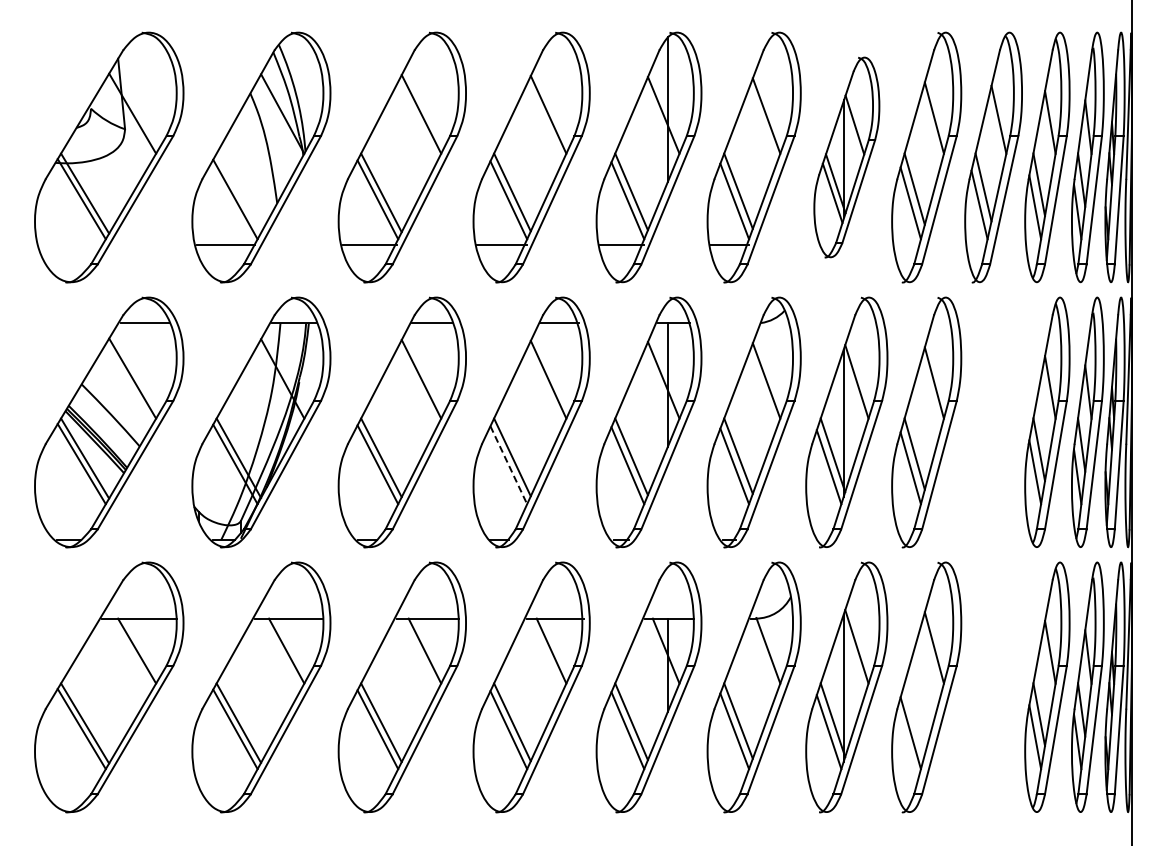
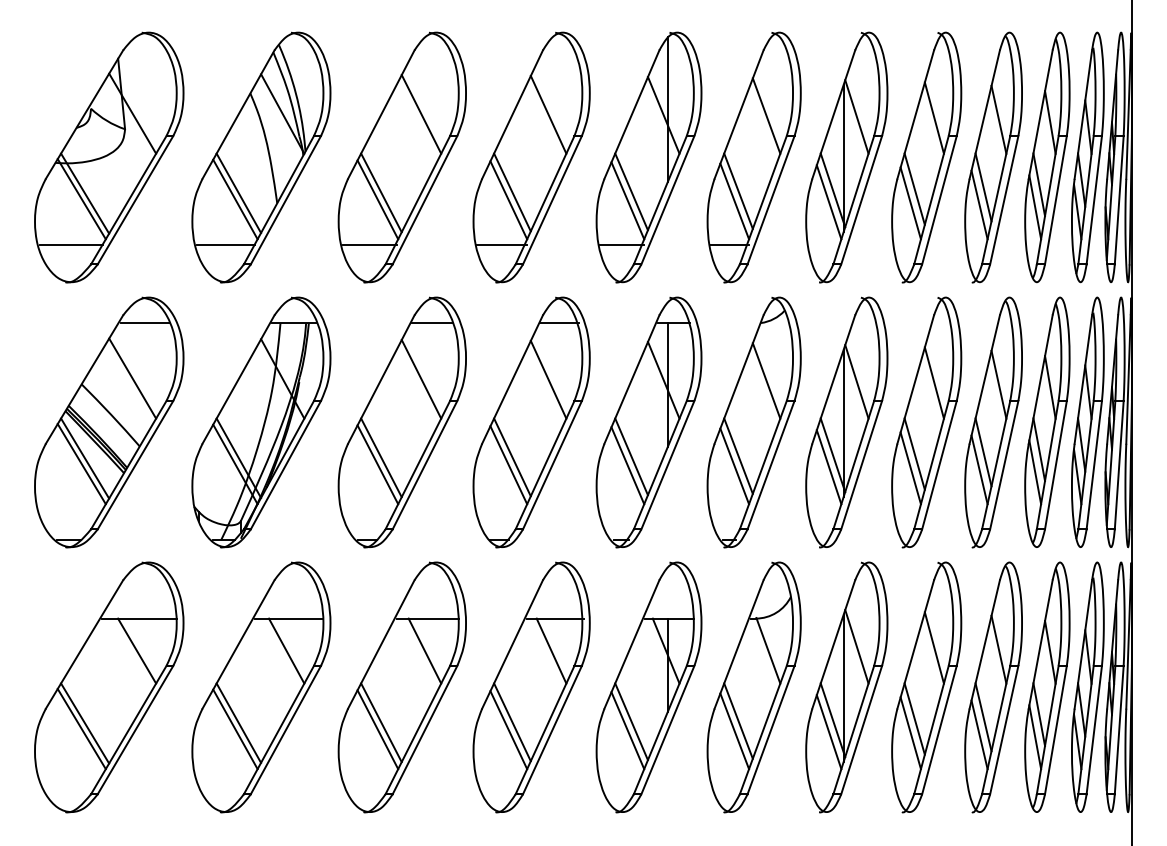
part at (846, 157) size: 68x203 px -> 84x253 px
line at (238, 193): none -> present
line at (71, 244): none -> present
part at (993, 422): none -> present
line at (509, 465): dashed -> solid
part at (993, 687): none -> present
line at (914, 718): none -> present
